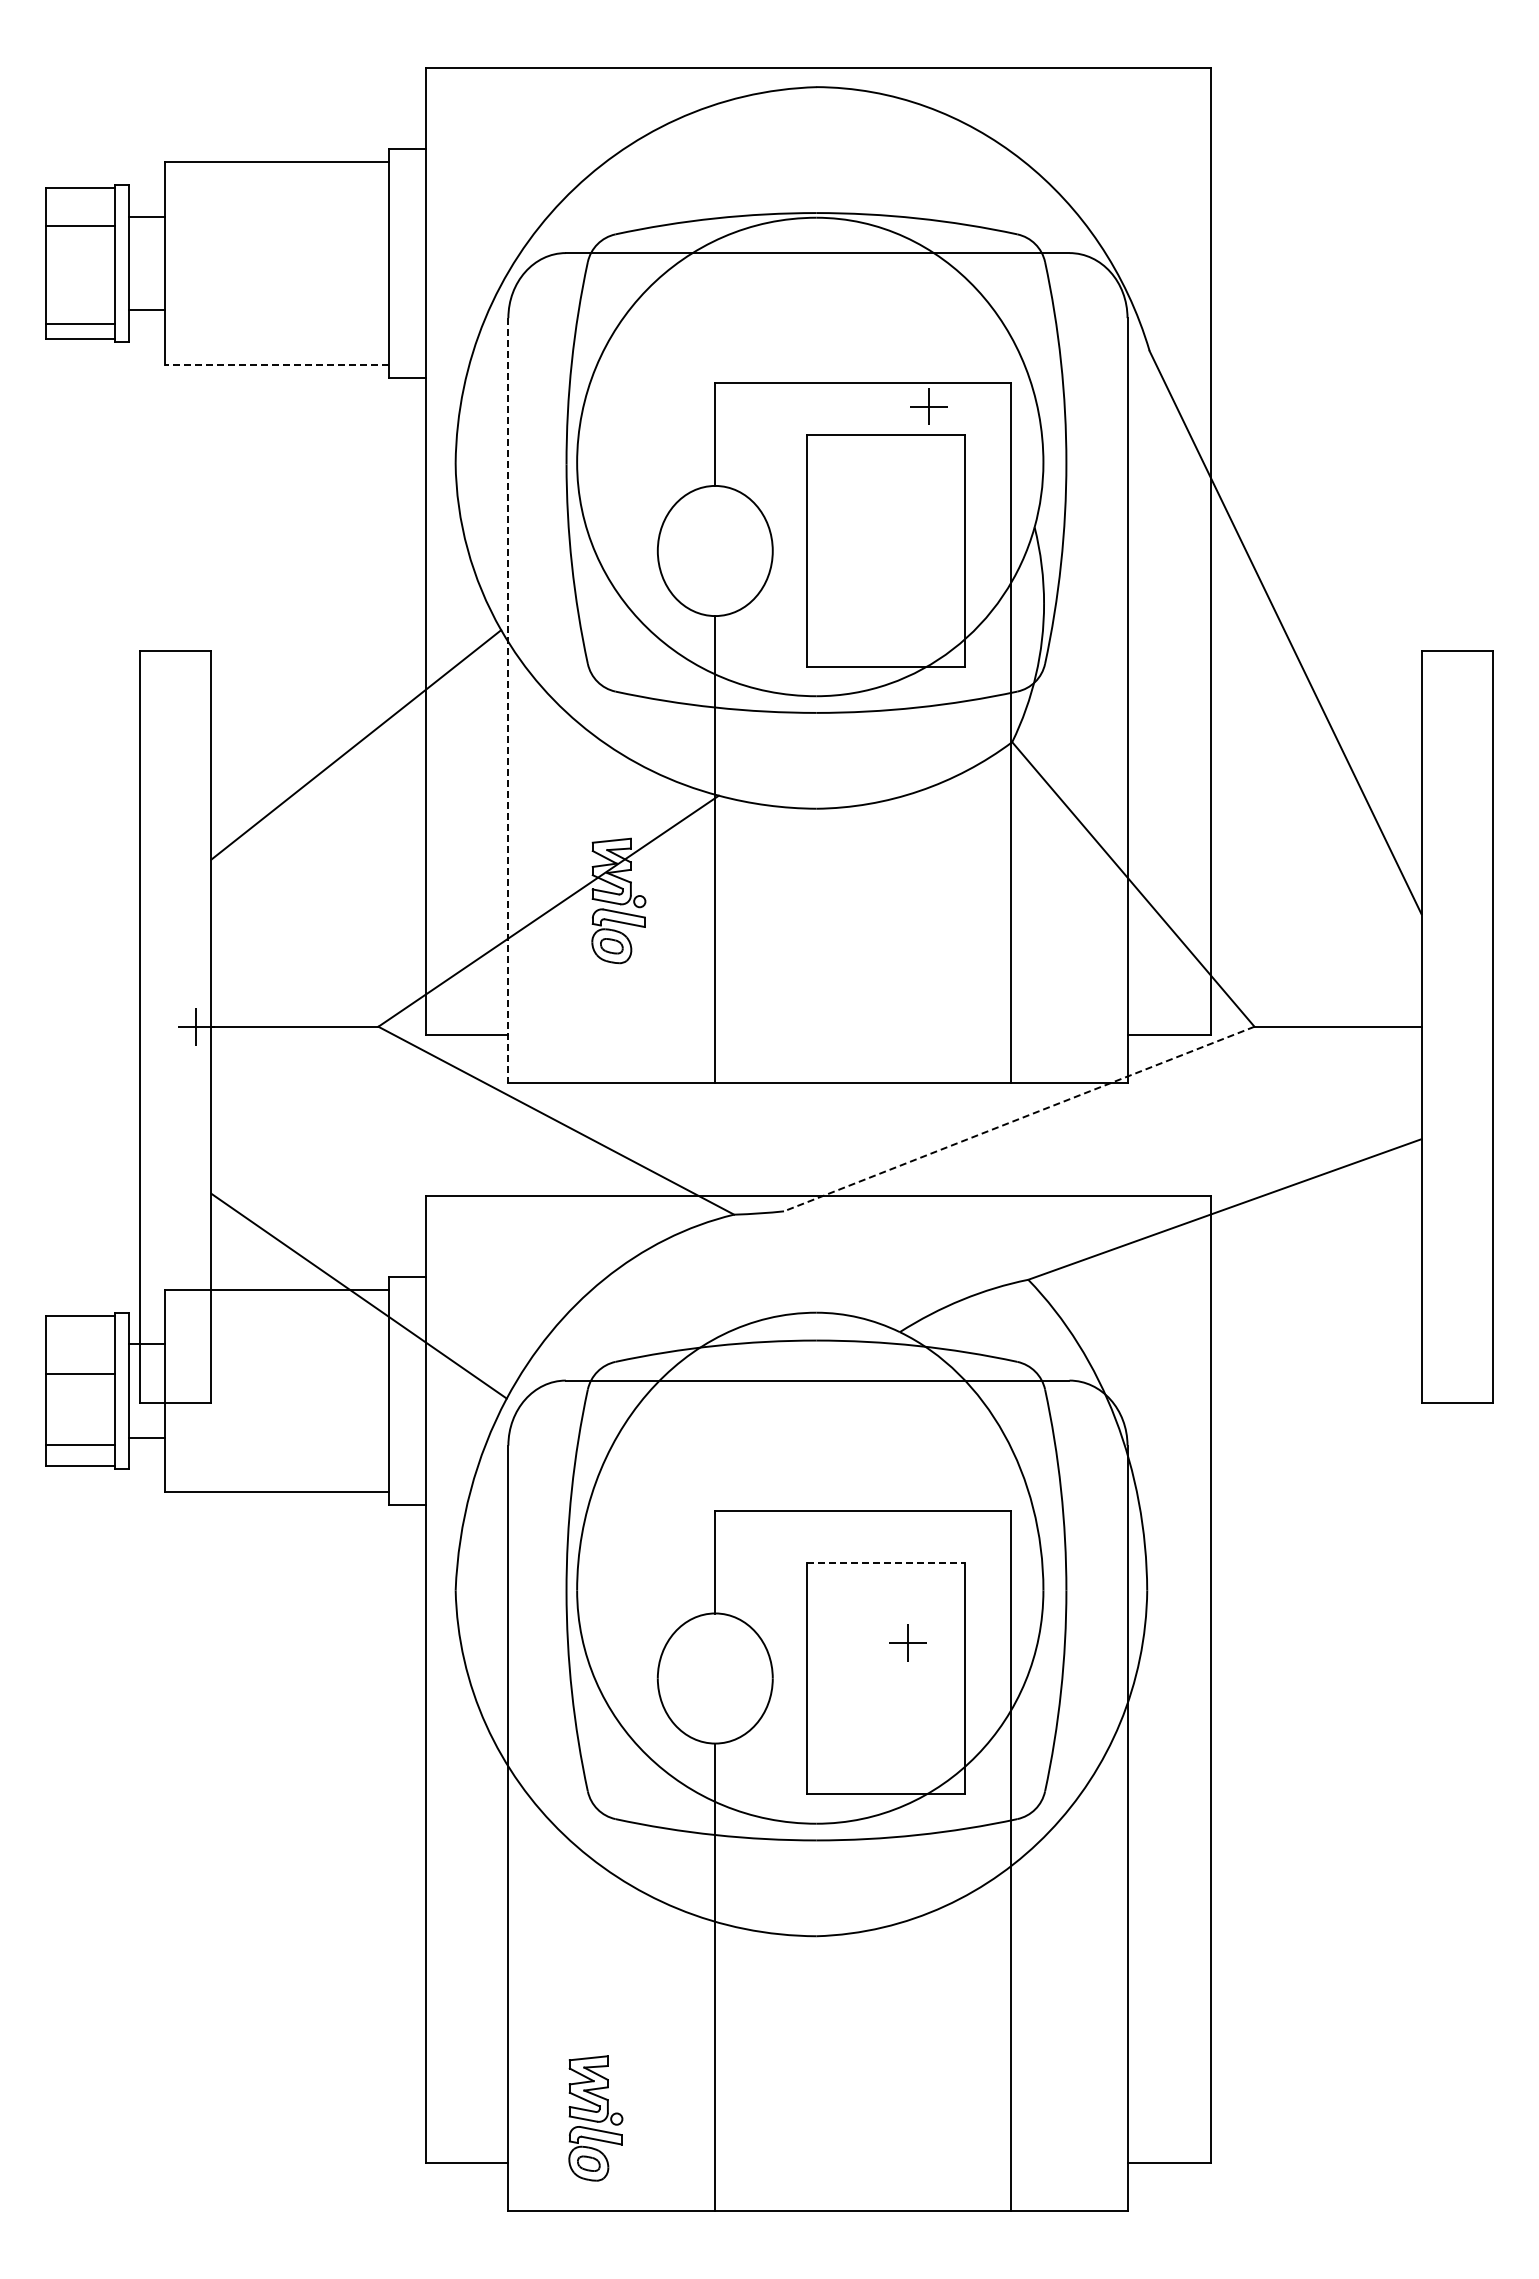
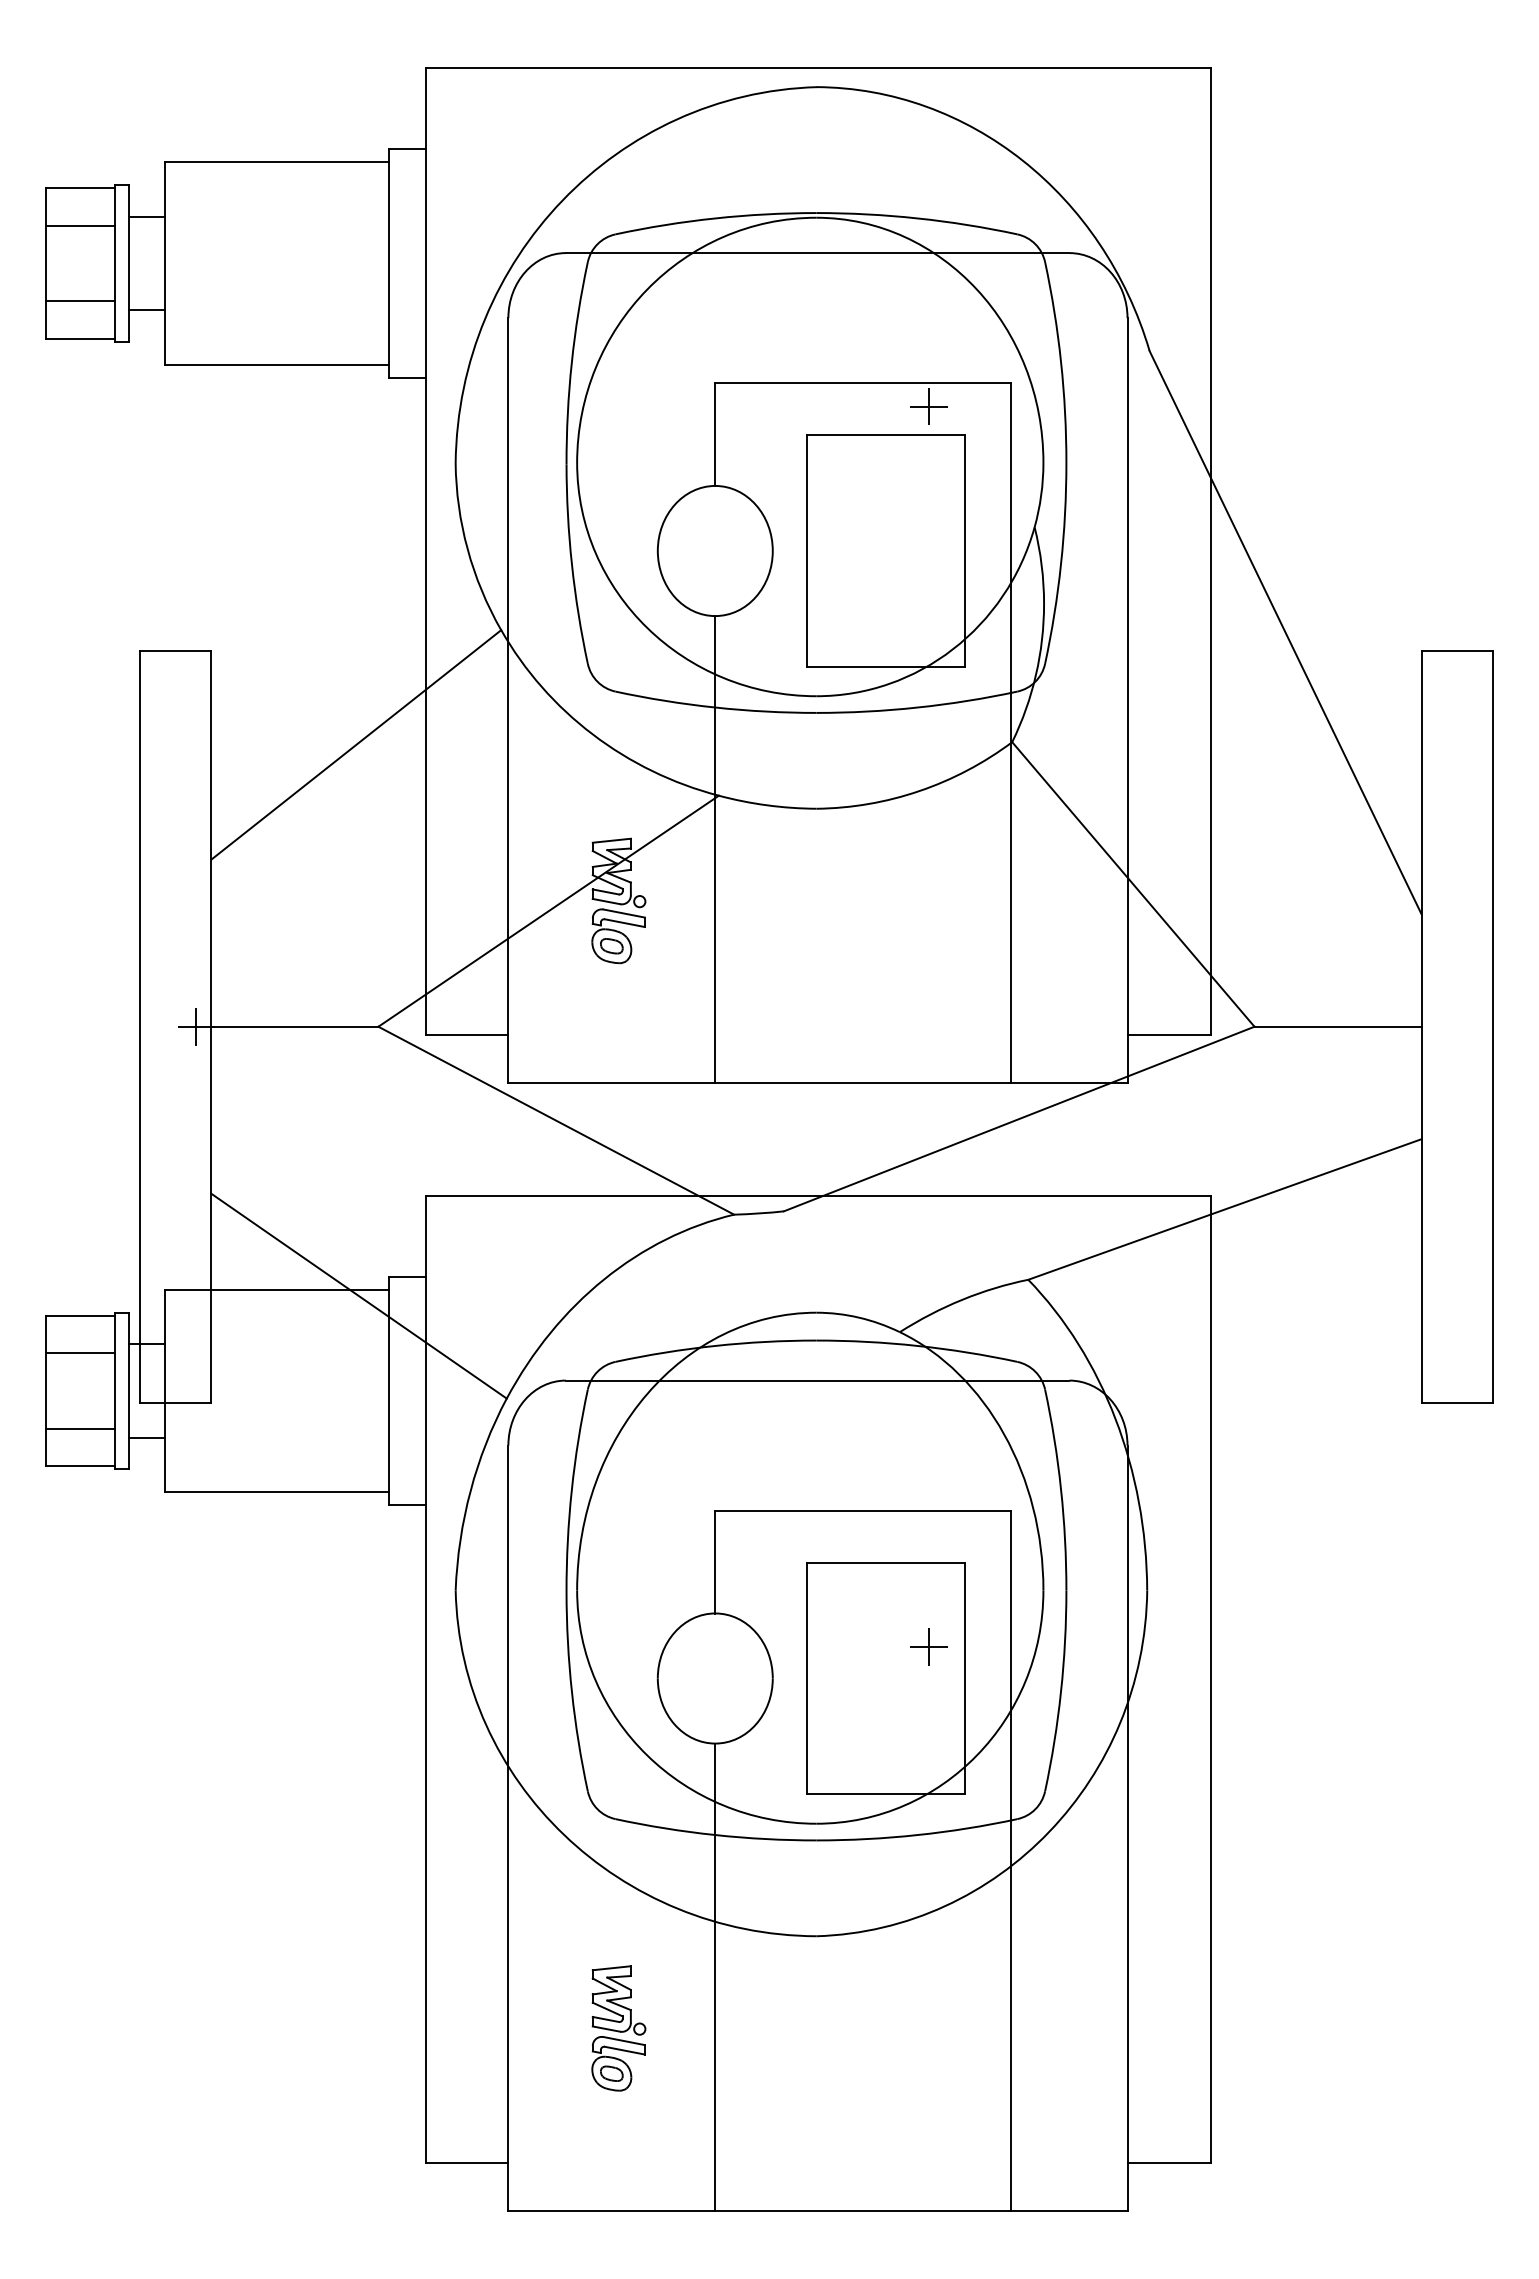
line at (80, 324) position: (80, 324) -> (80, 301)
line at (276, 364): dashed -> solid
line at (508, 701): dashed -> solid
line at (1019, 1119): dashed -> solid
line at (80, 1374) position: (80, 1374) -> (80, 1353)
line at (80, 1444) position: (80, 1444) -> (80, 1428)
line at (886, 1562): dashed -> solid
part at (907, 1642) position: (907, 1642) -> (928, 1646)
part at (595, 2118) position: (595, 2118) -> (618, 2028)
